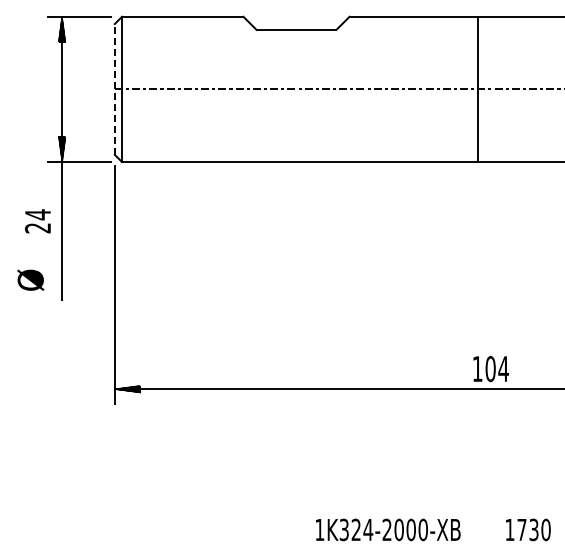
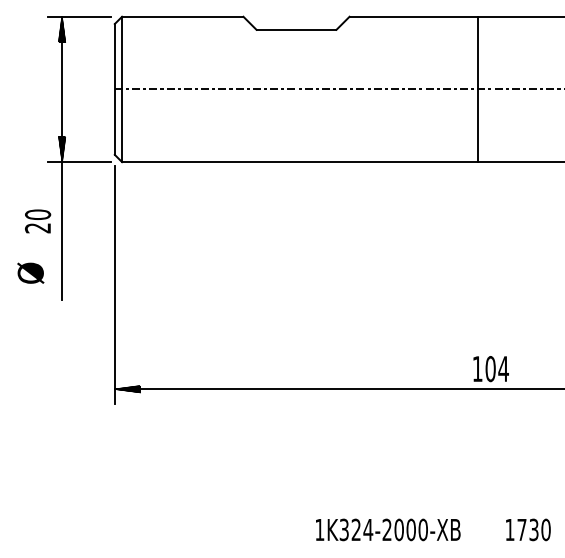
line at (114, 88): dashed -> solid
text at (38, 214): 24 -> 20
text at (30, 279) position: (30, 279) -> (30, 272)
